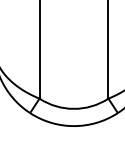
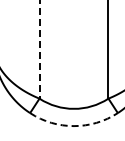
line at (39, 49): solid -> dashed
arc at (73, 126): solid -> dashed
